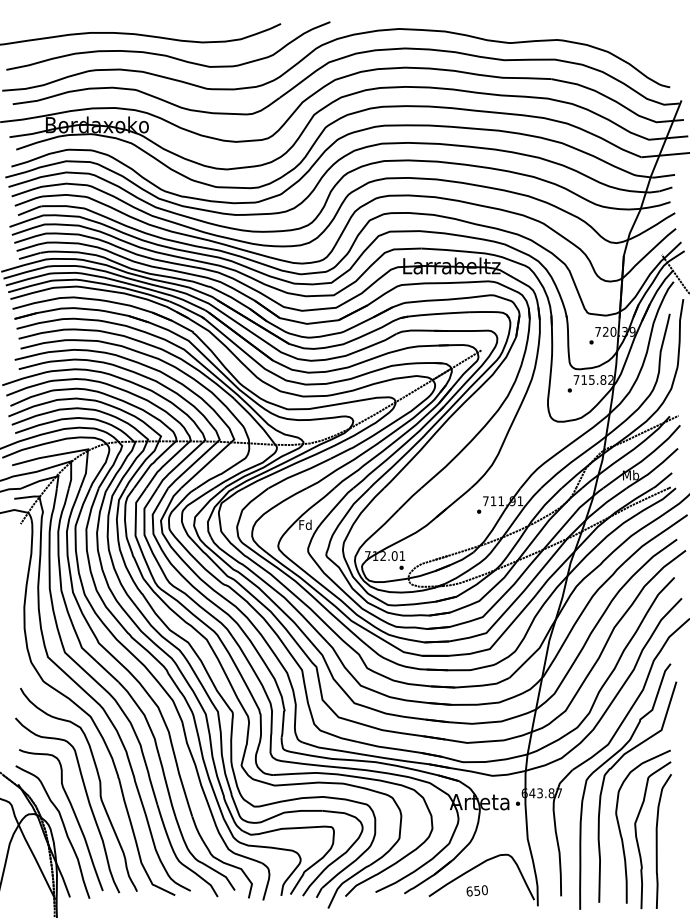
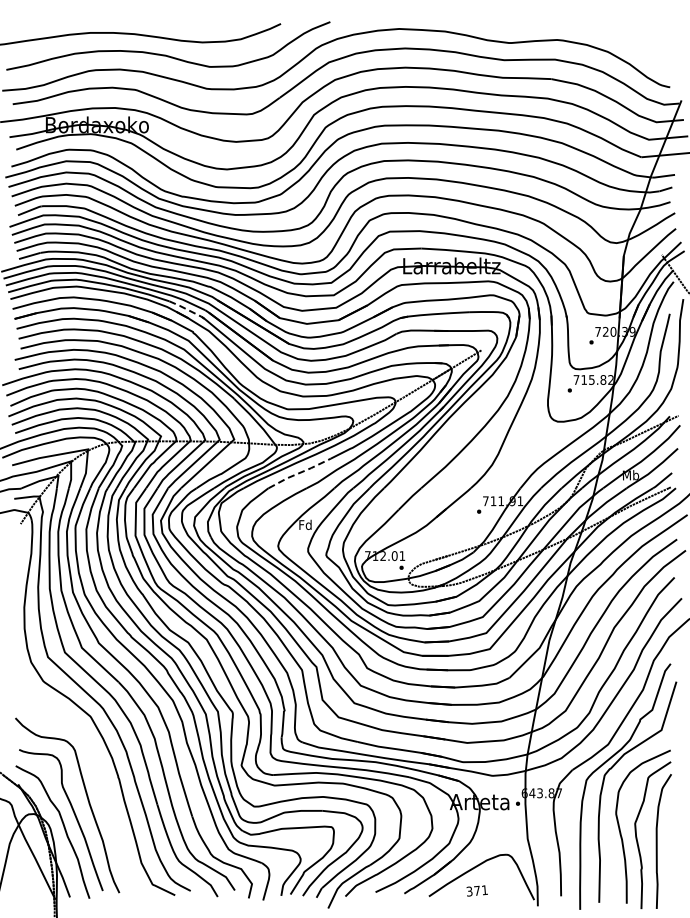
line at (187, 309): solid -> dashed
line at (299, 473): solid -> dashed
curve at (99, 789): present -> none
text at (476, 890): 650 -> 371
